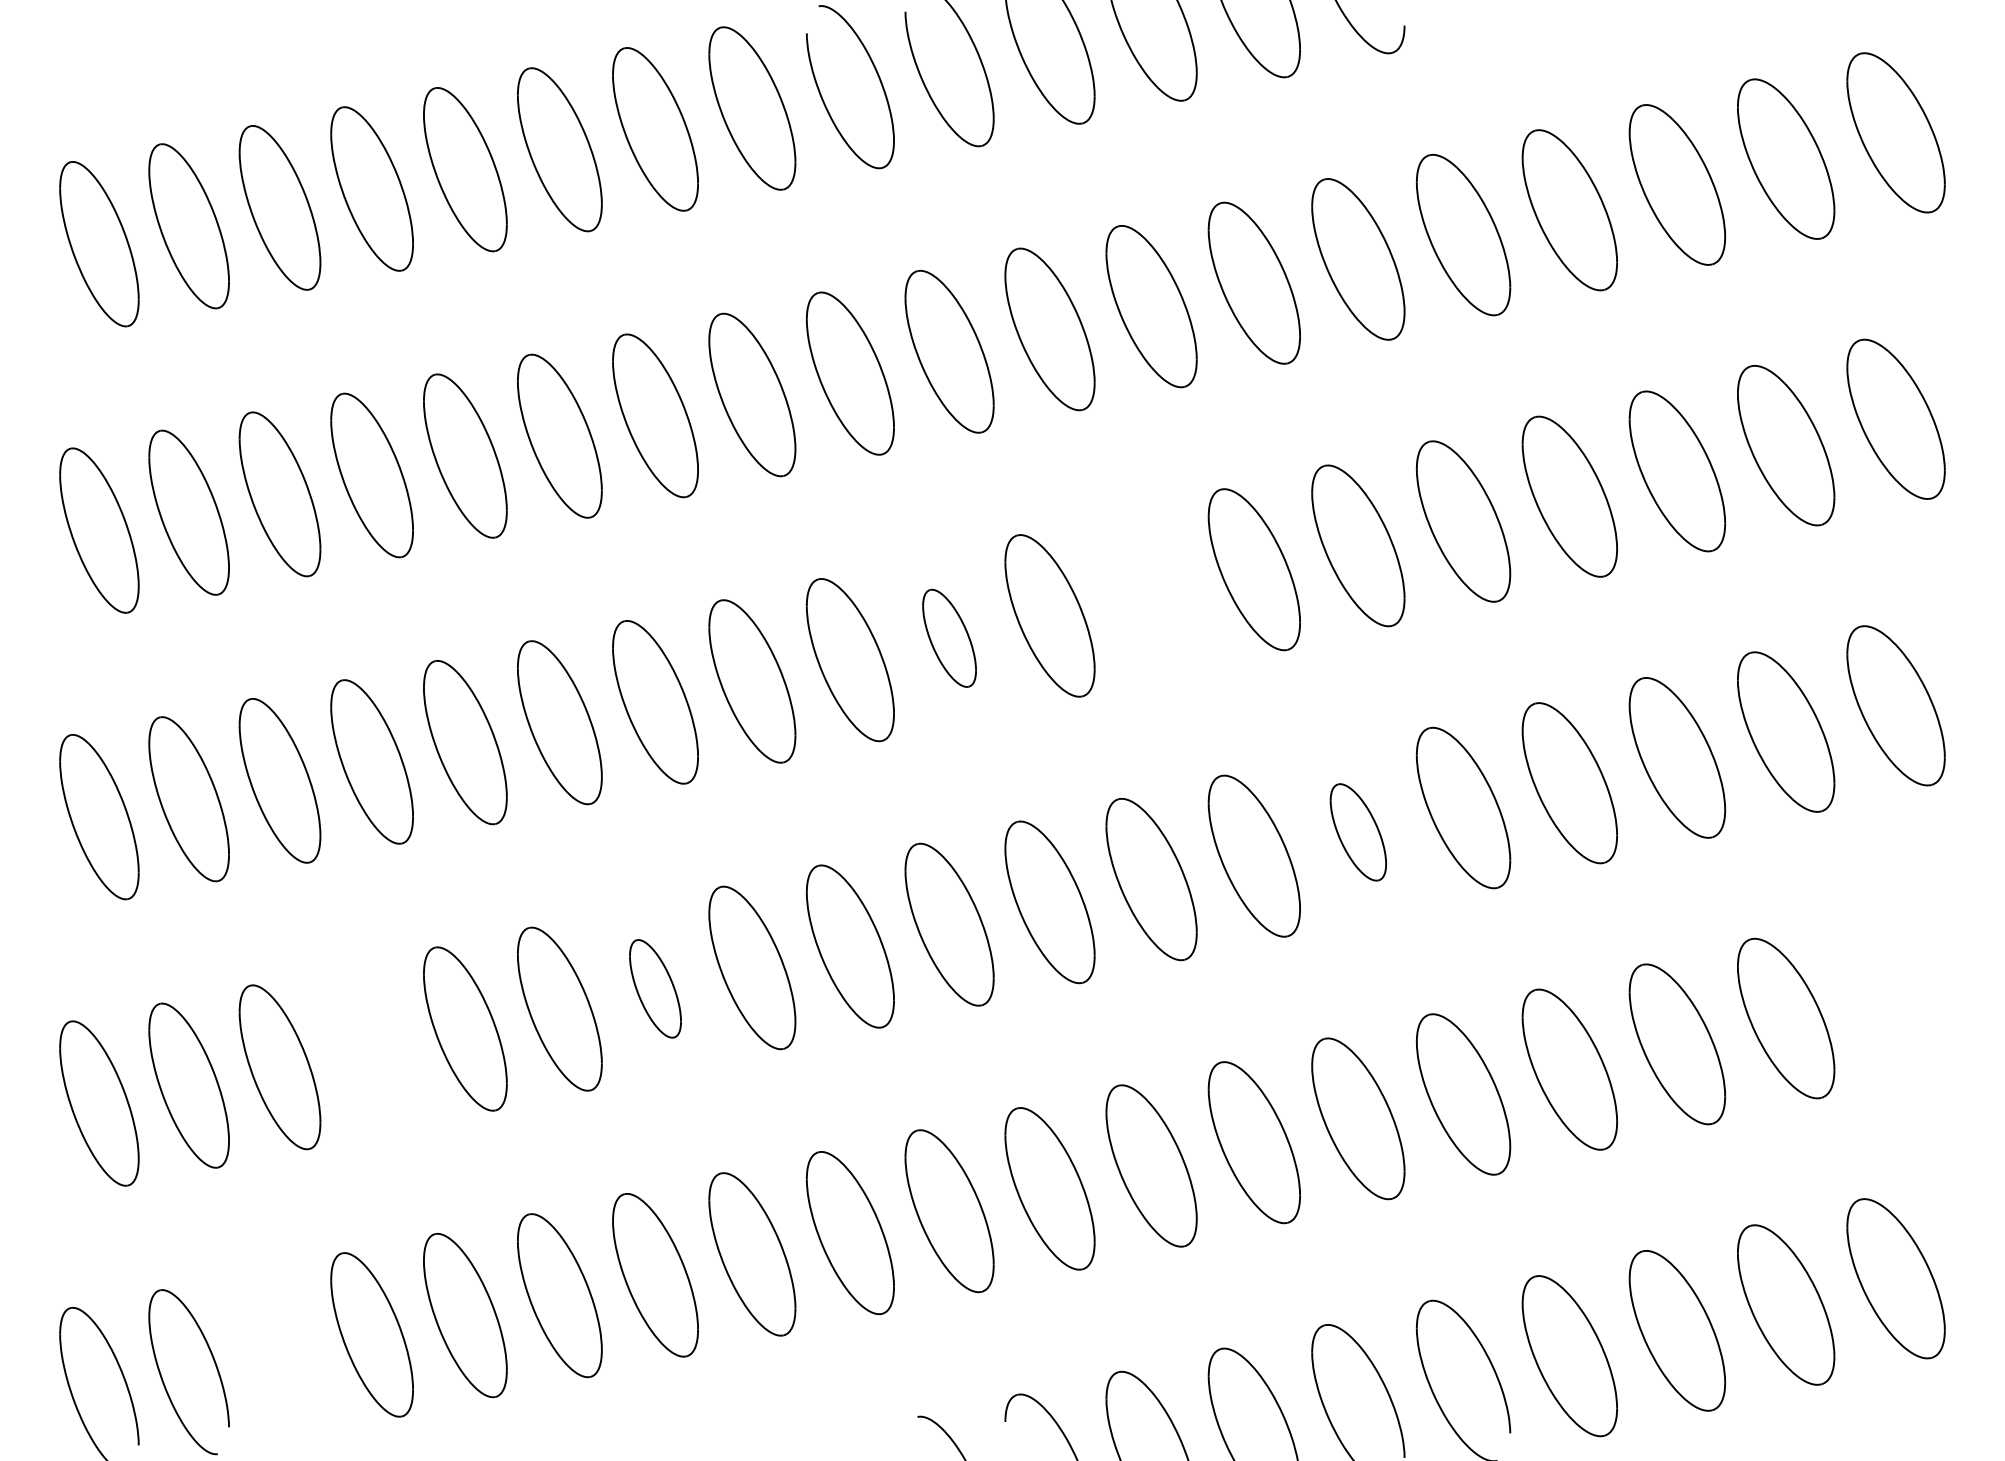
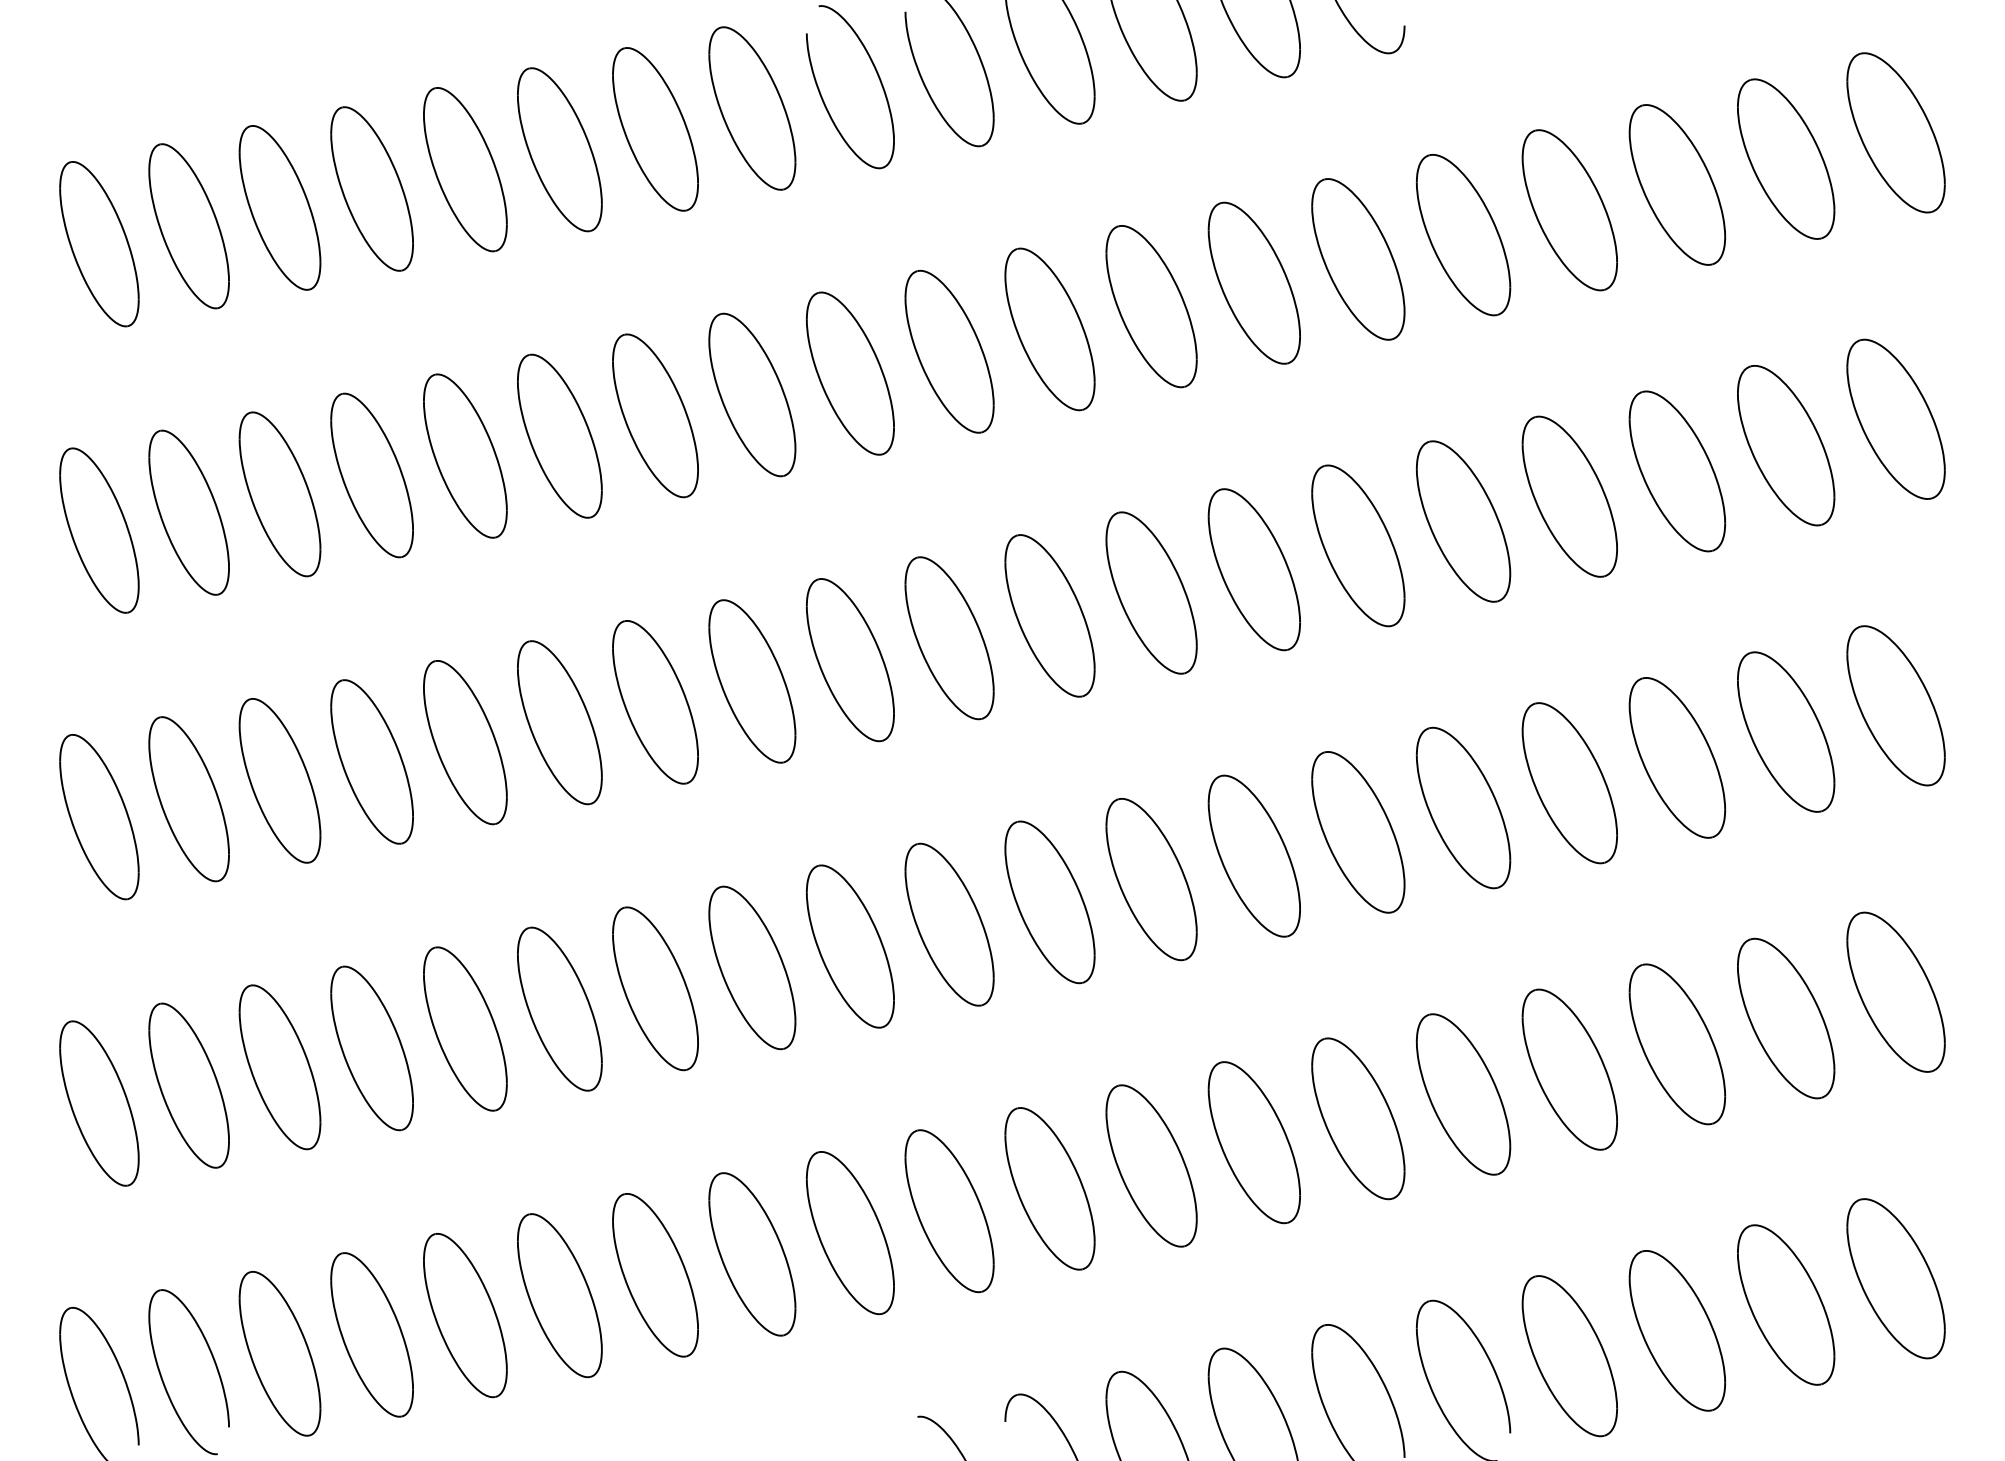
part at (1151, 592): none -> present
part at (949, 637) size: 55x100 px -> 91x165 px
part at (1357, 832) size: 58x99 px -> 95x163 px
part at (655, 988) size: 53x100 px -> 87x166 px
part at (1895, 991): none -> present
part at (371, 1048): none -> present
part at (279, 1353): none -> present
